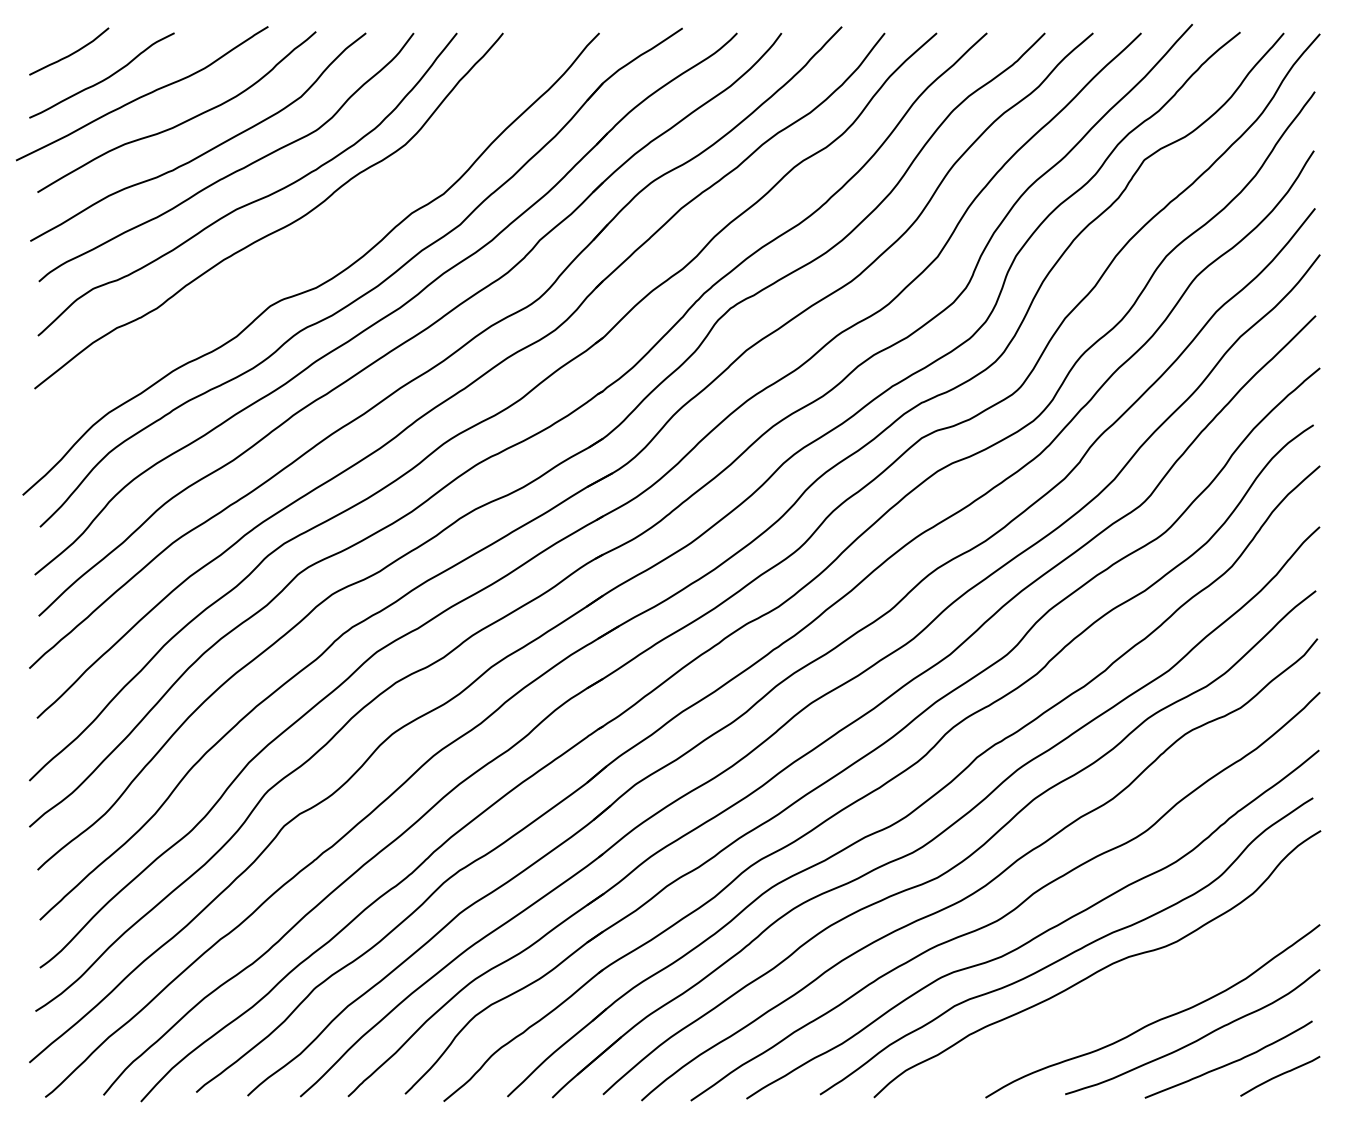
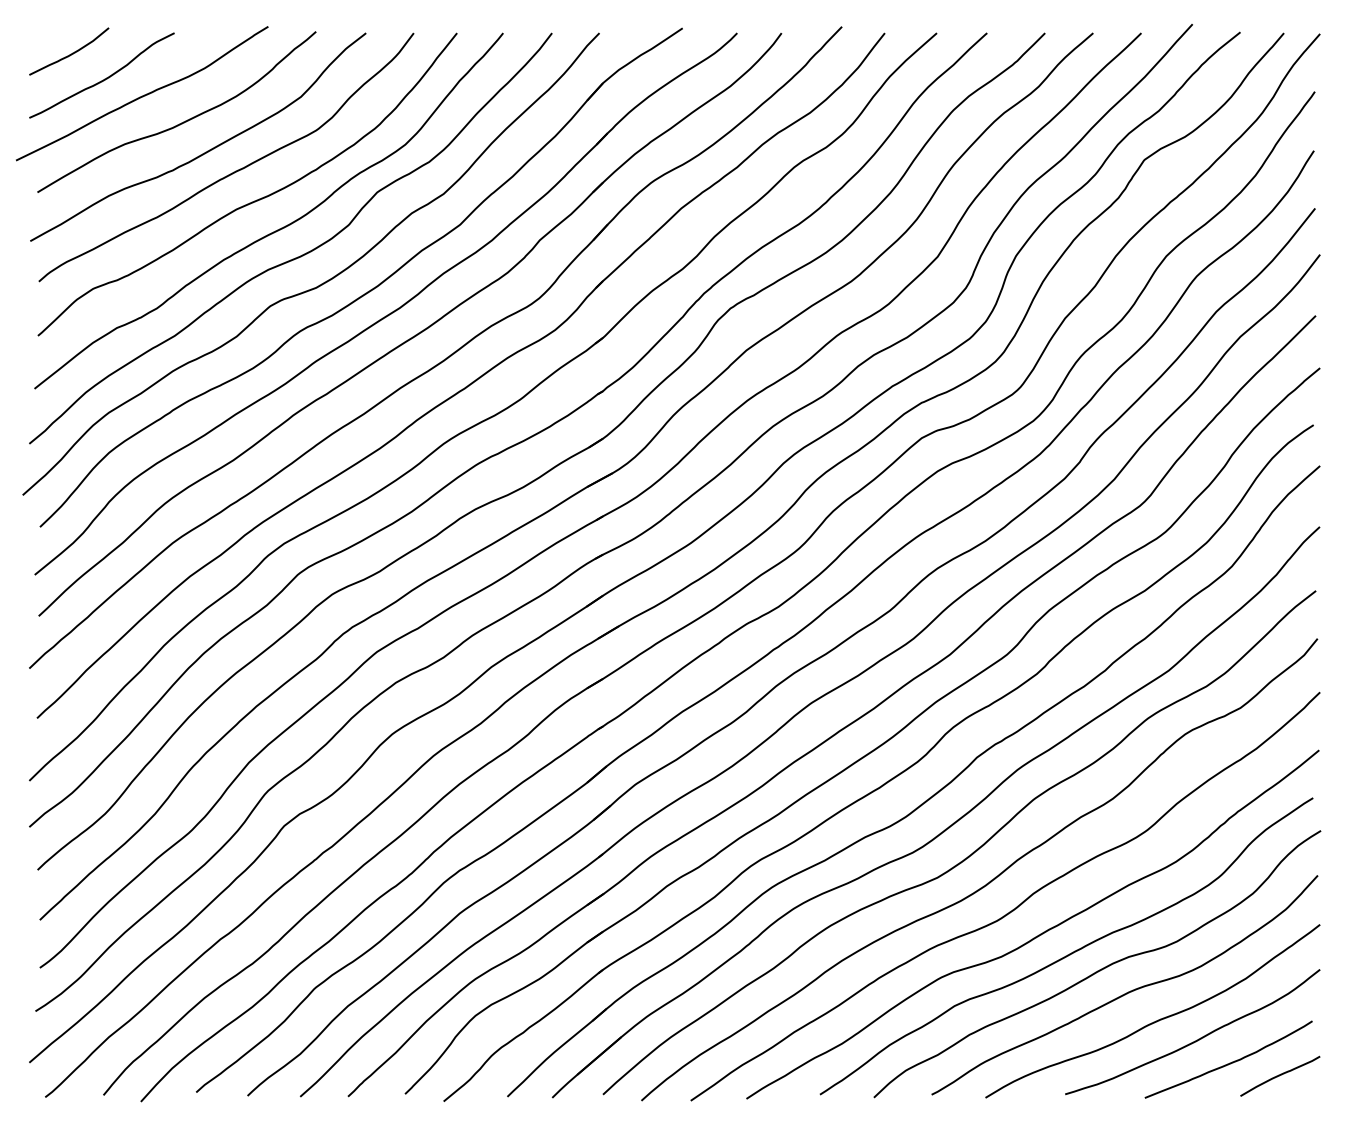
curve at (297, 256): none -> present
curve at (1128, 991): none -> present
